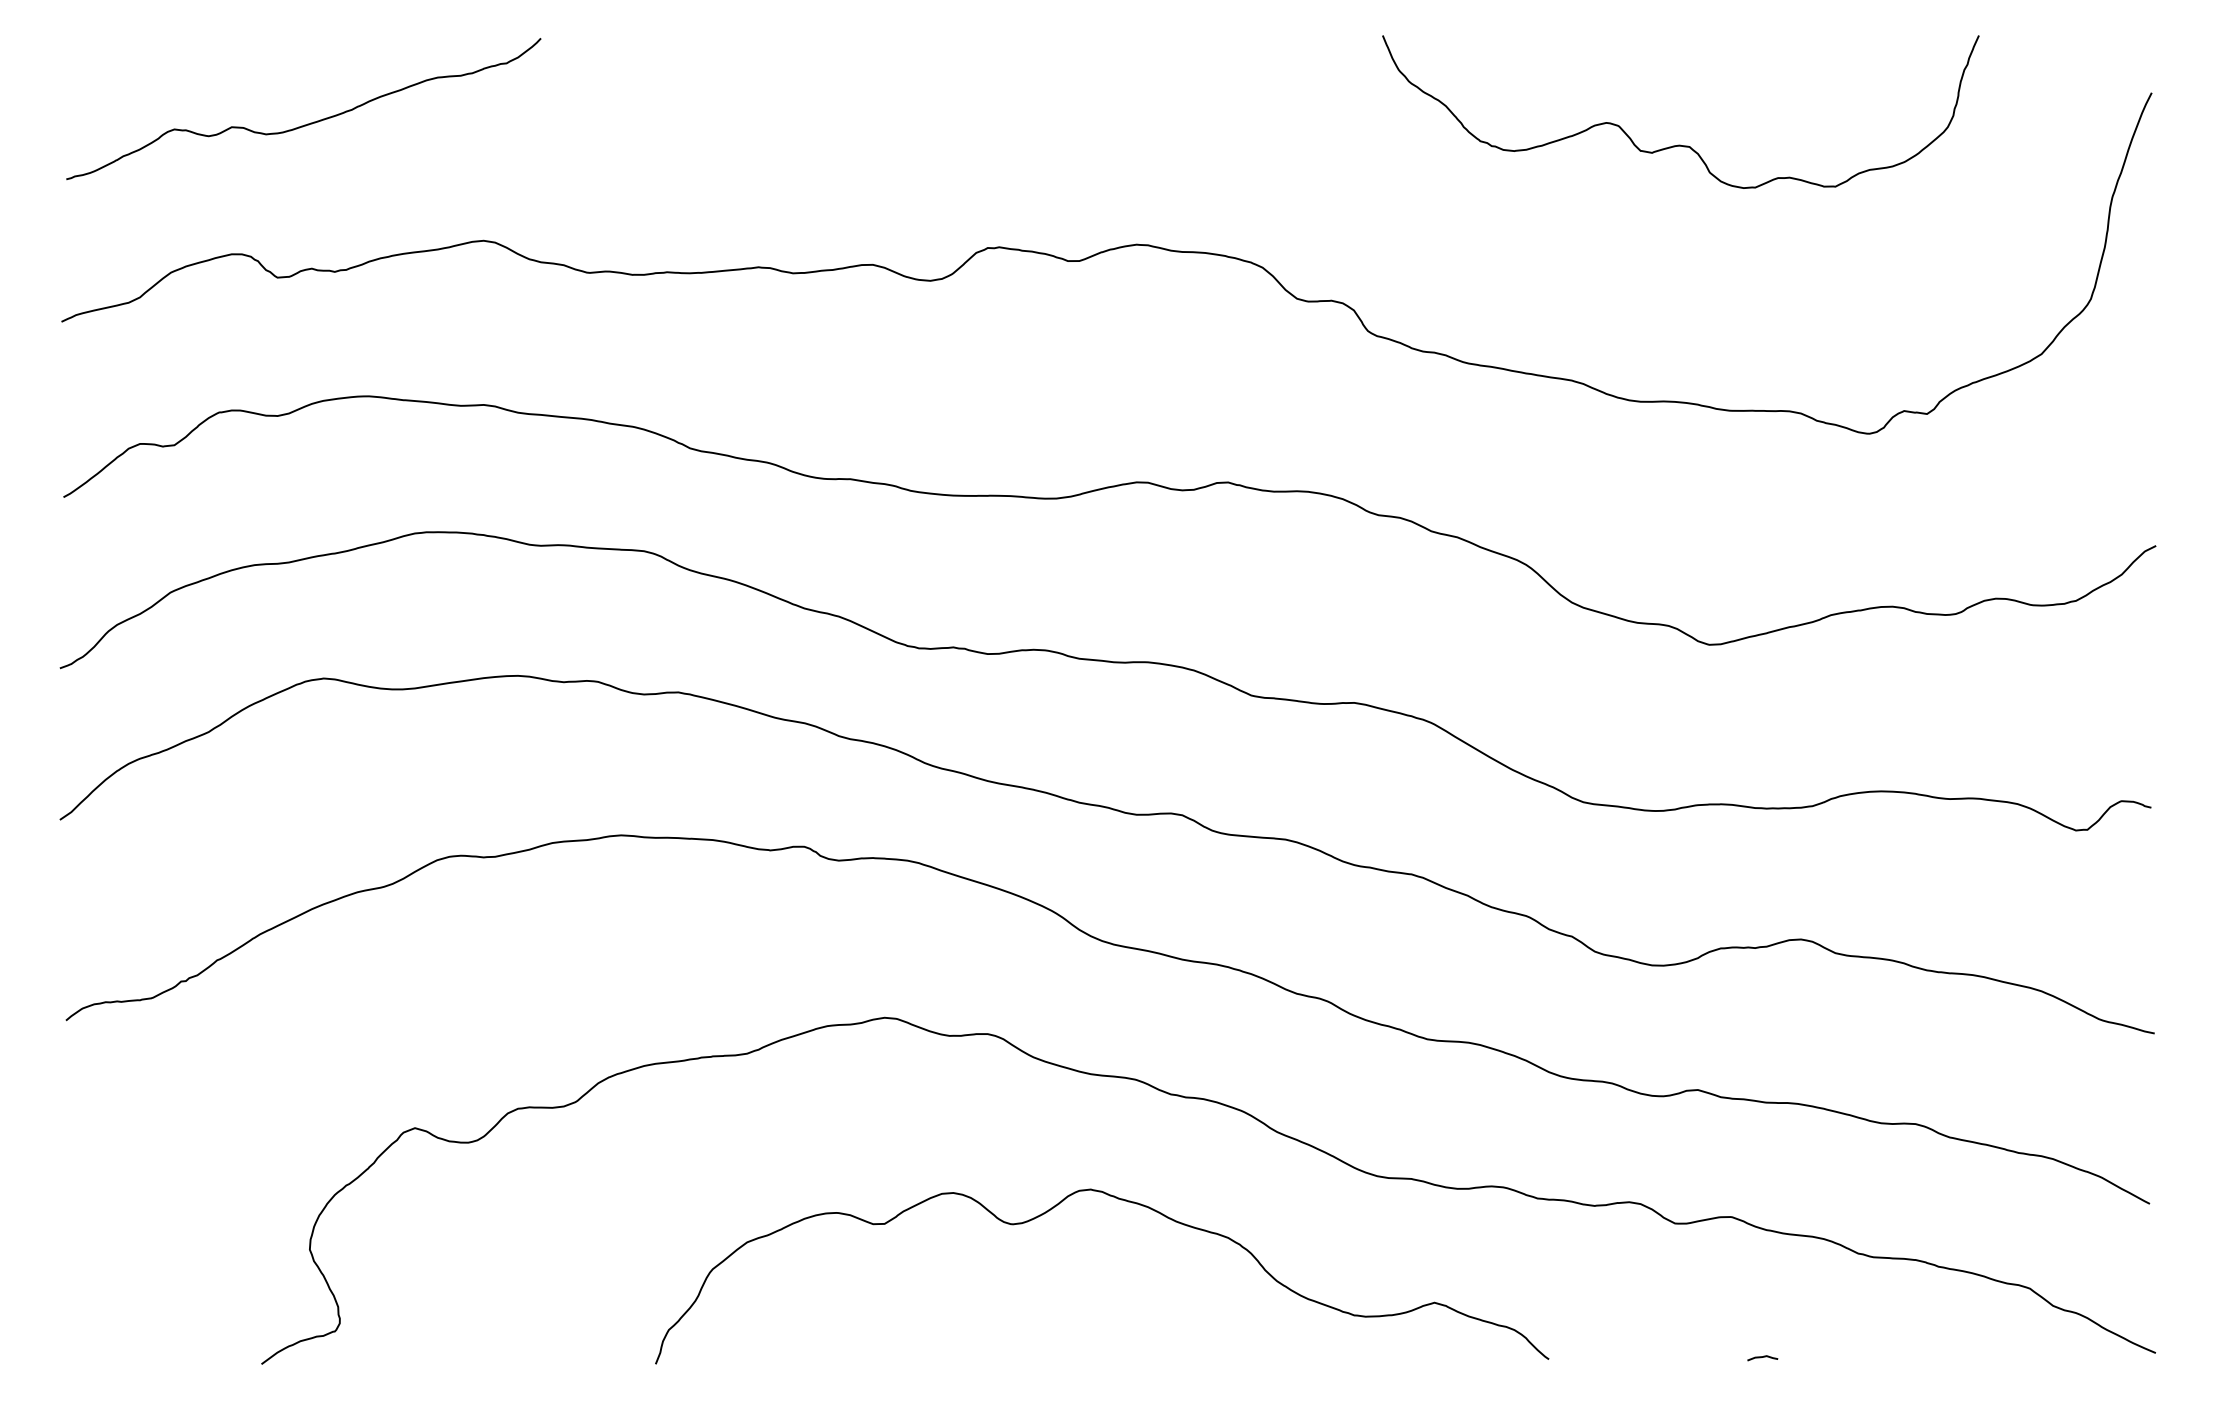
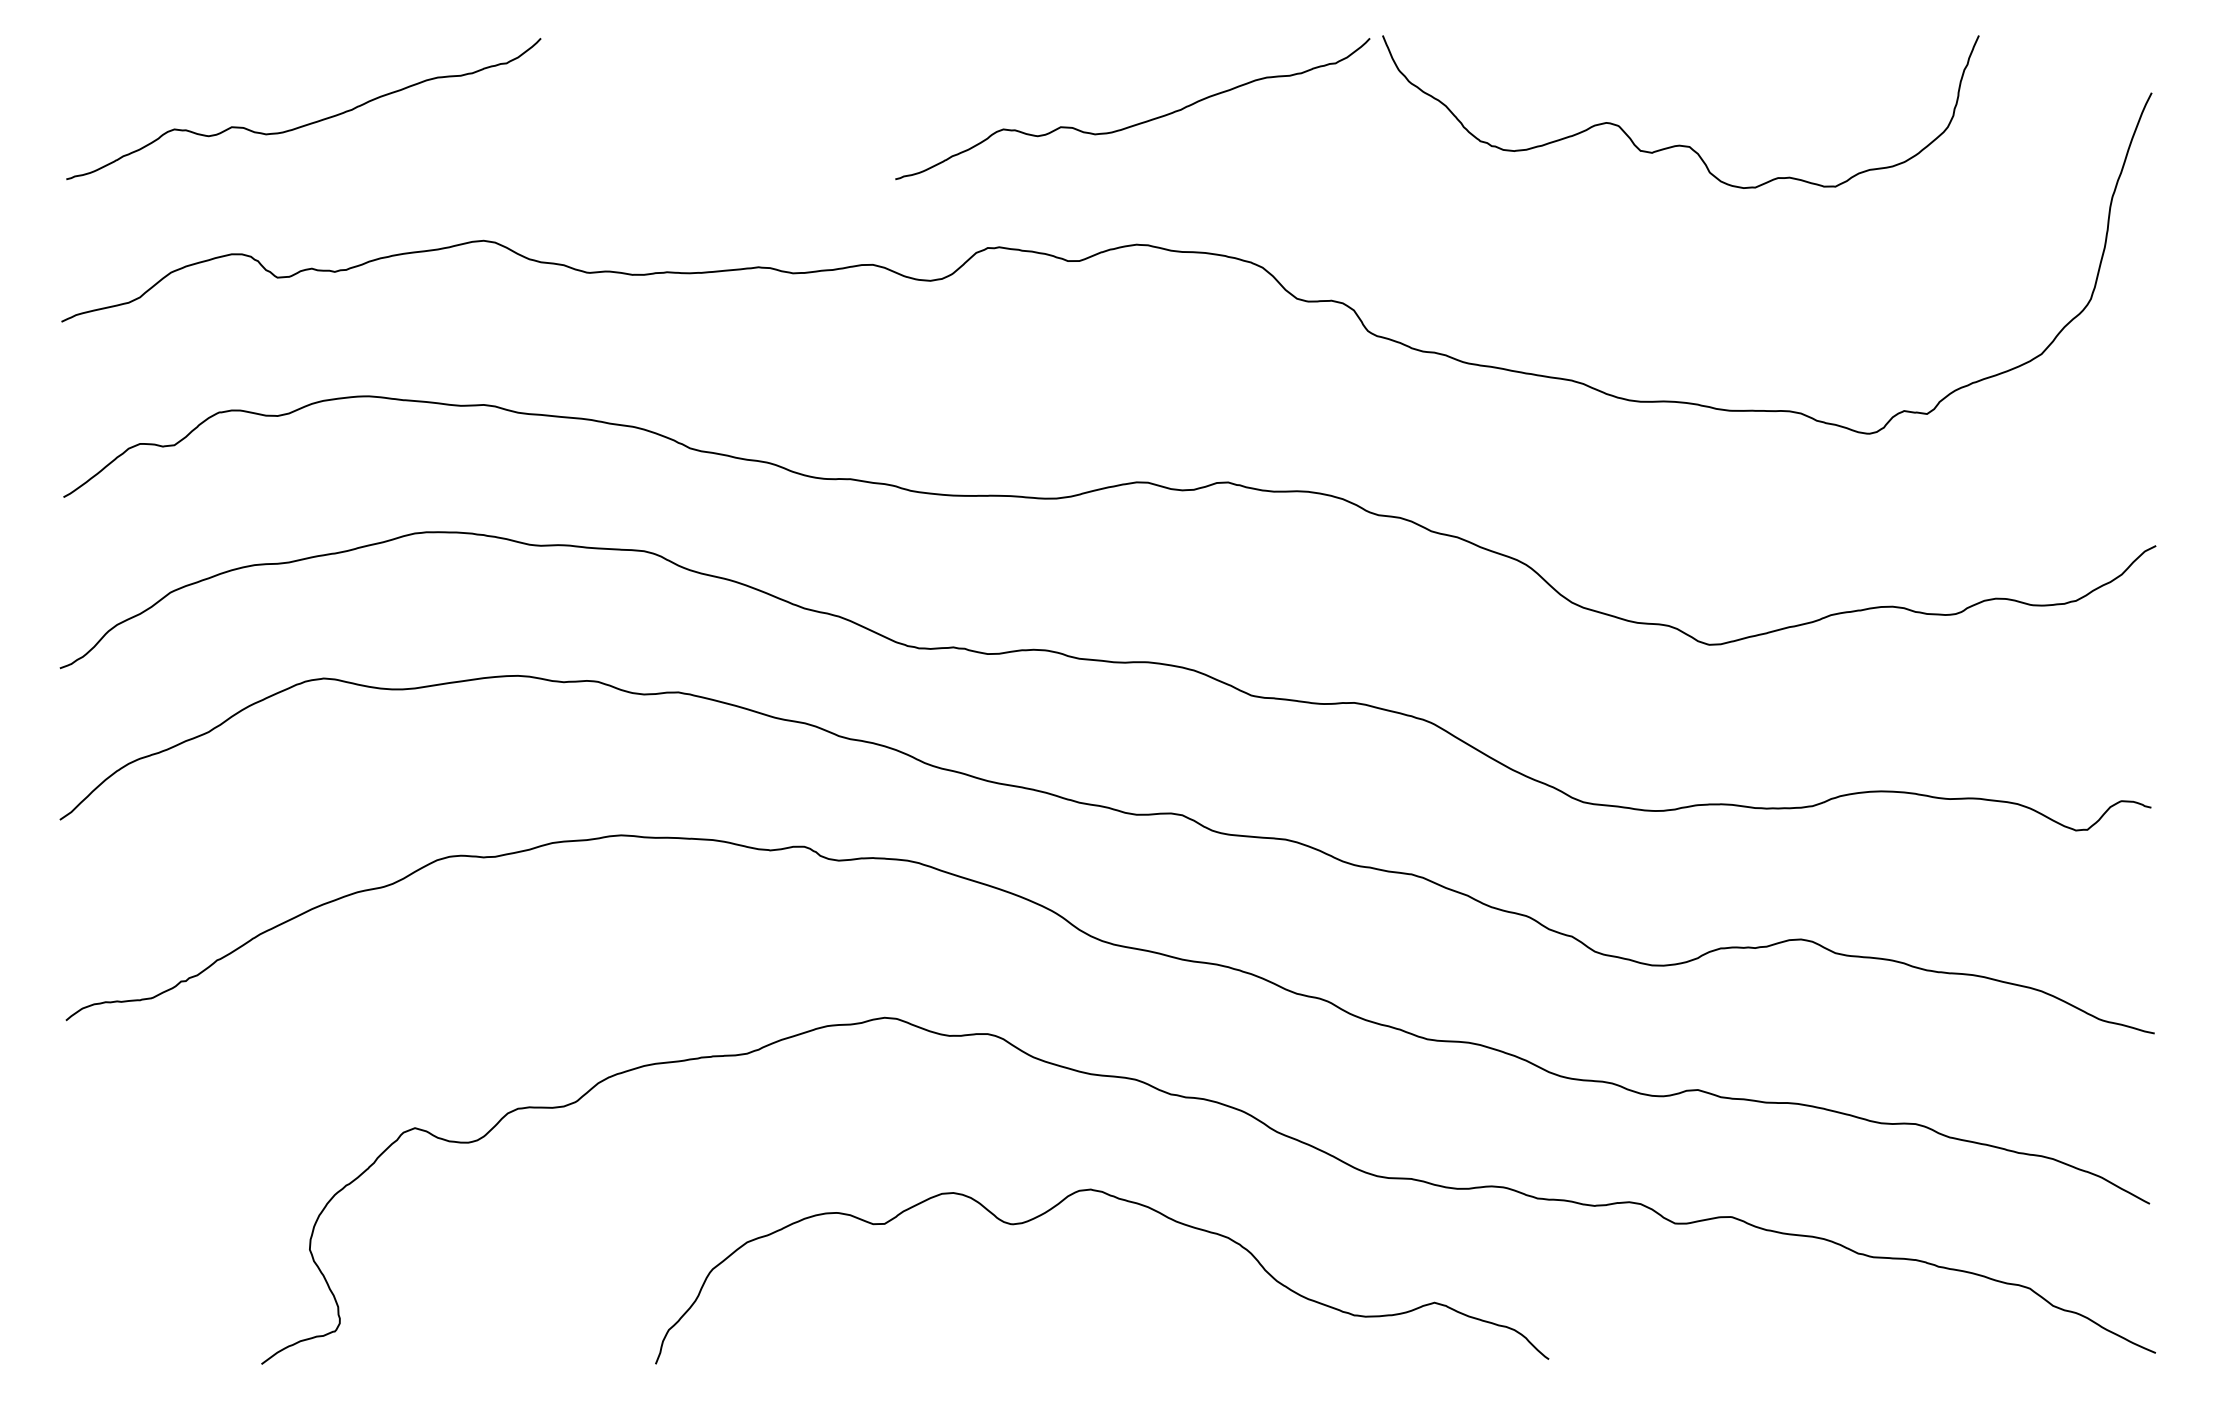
curve at (1136, 123): none -> present
curve at (1762, 1357): present -> none
